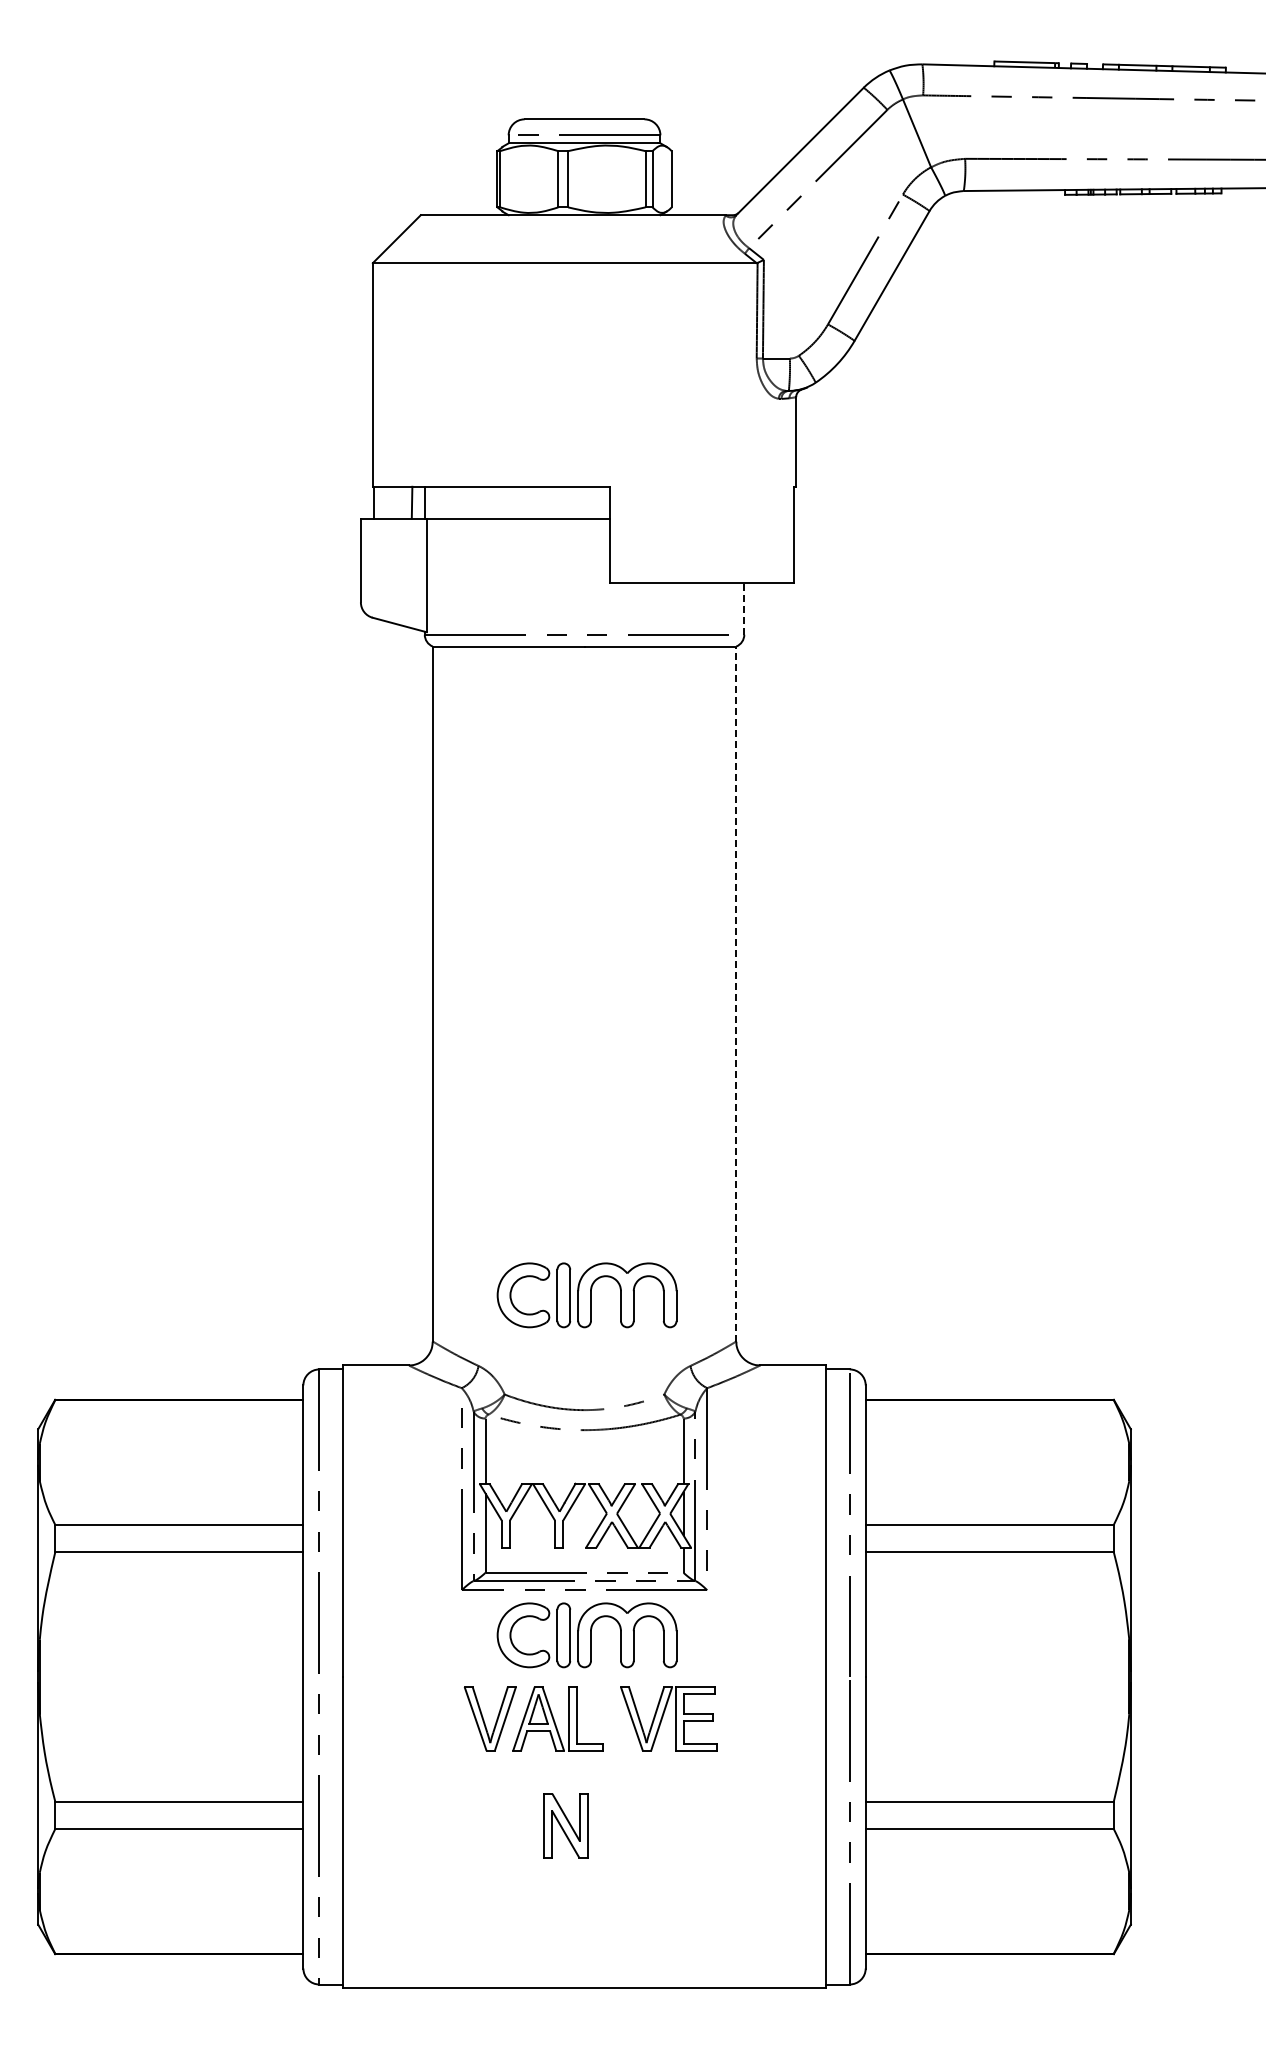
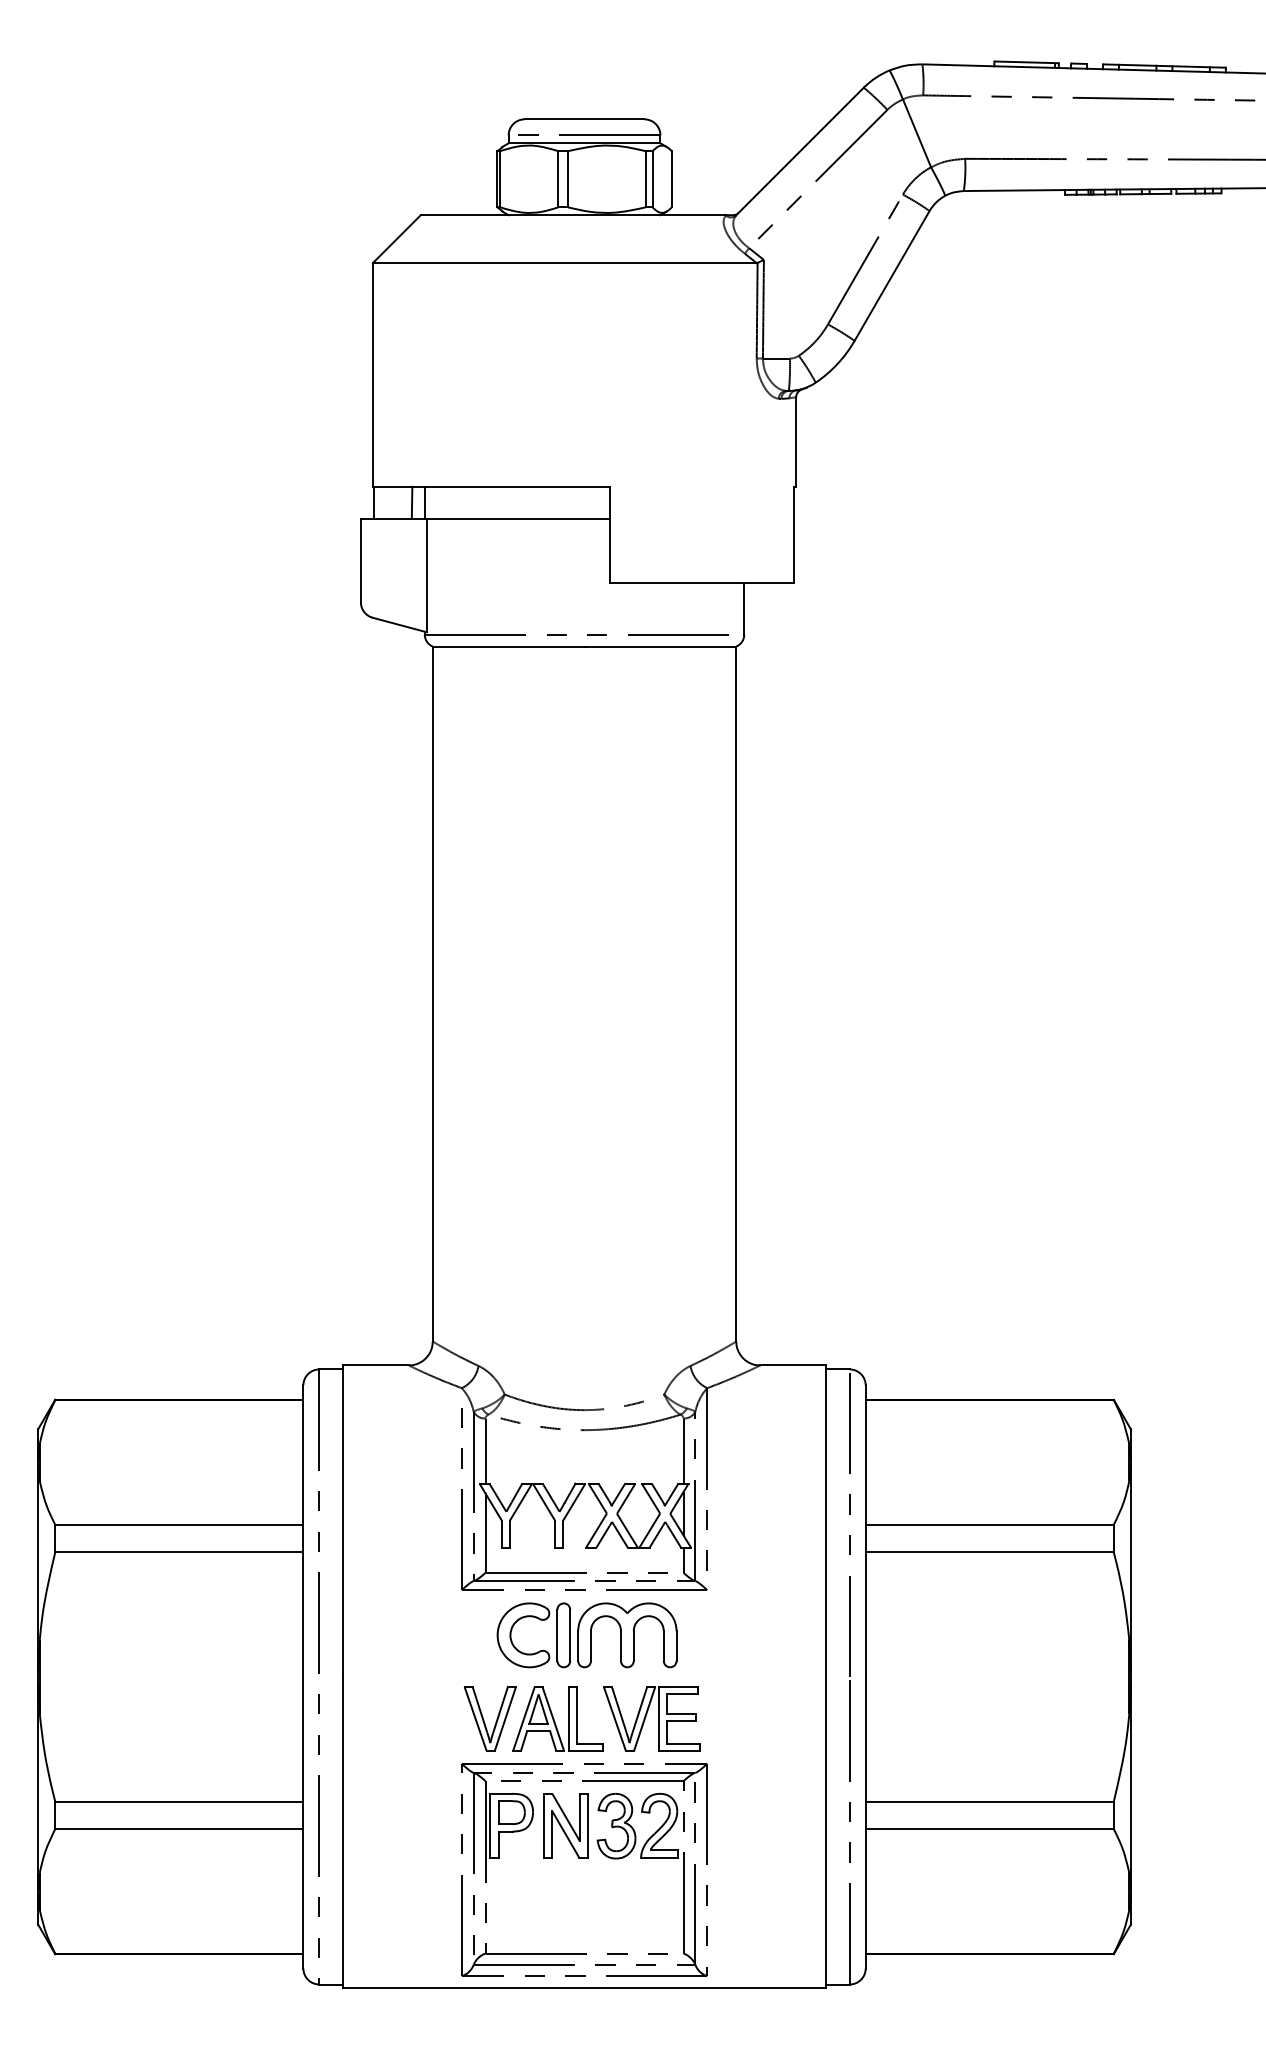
line at (744, 608): dashed -> solid
line at (736, 994): dashed -> solid
part at (586, 1295): present -> none
part at (668, 1718) position: (668, 1718) -> (651, 1718)
part at (601, 1852): none -> present
